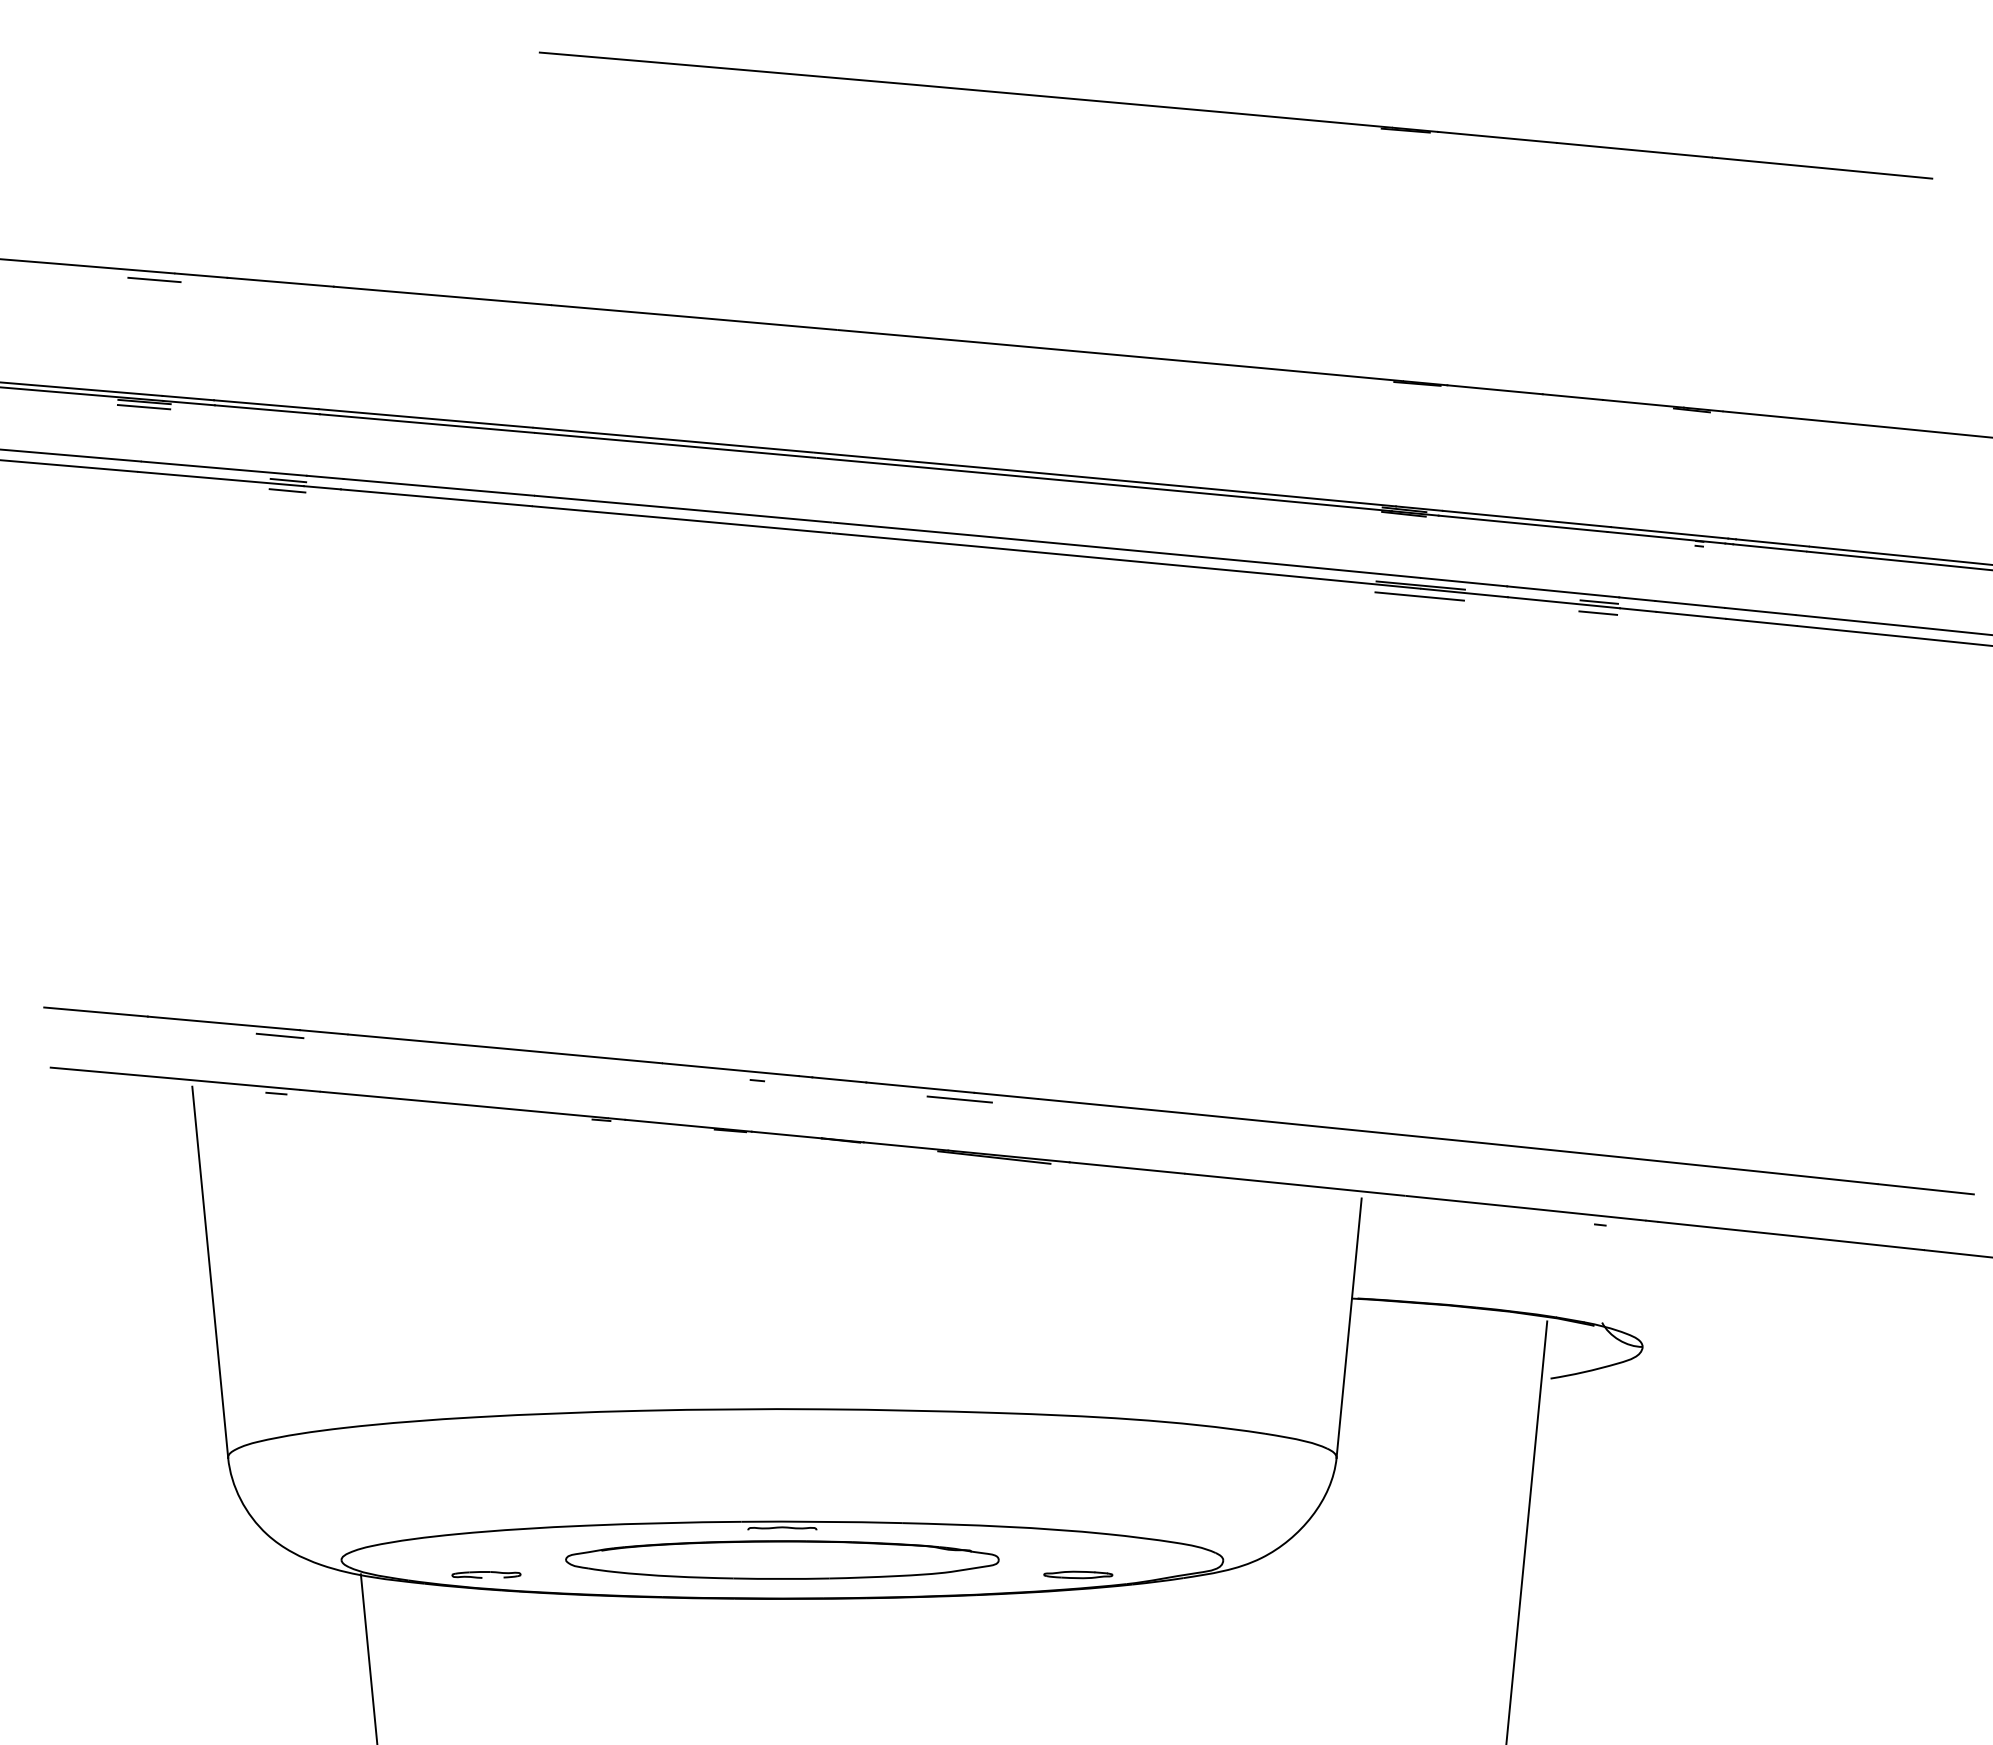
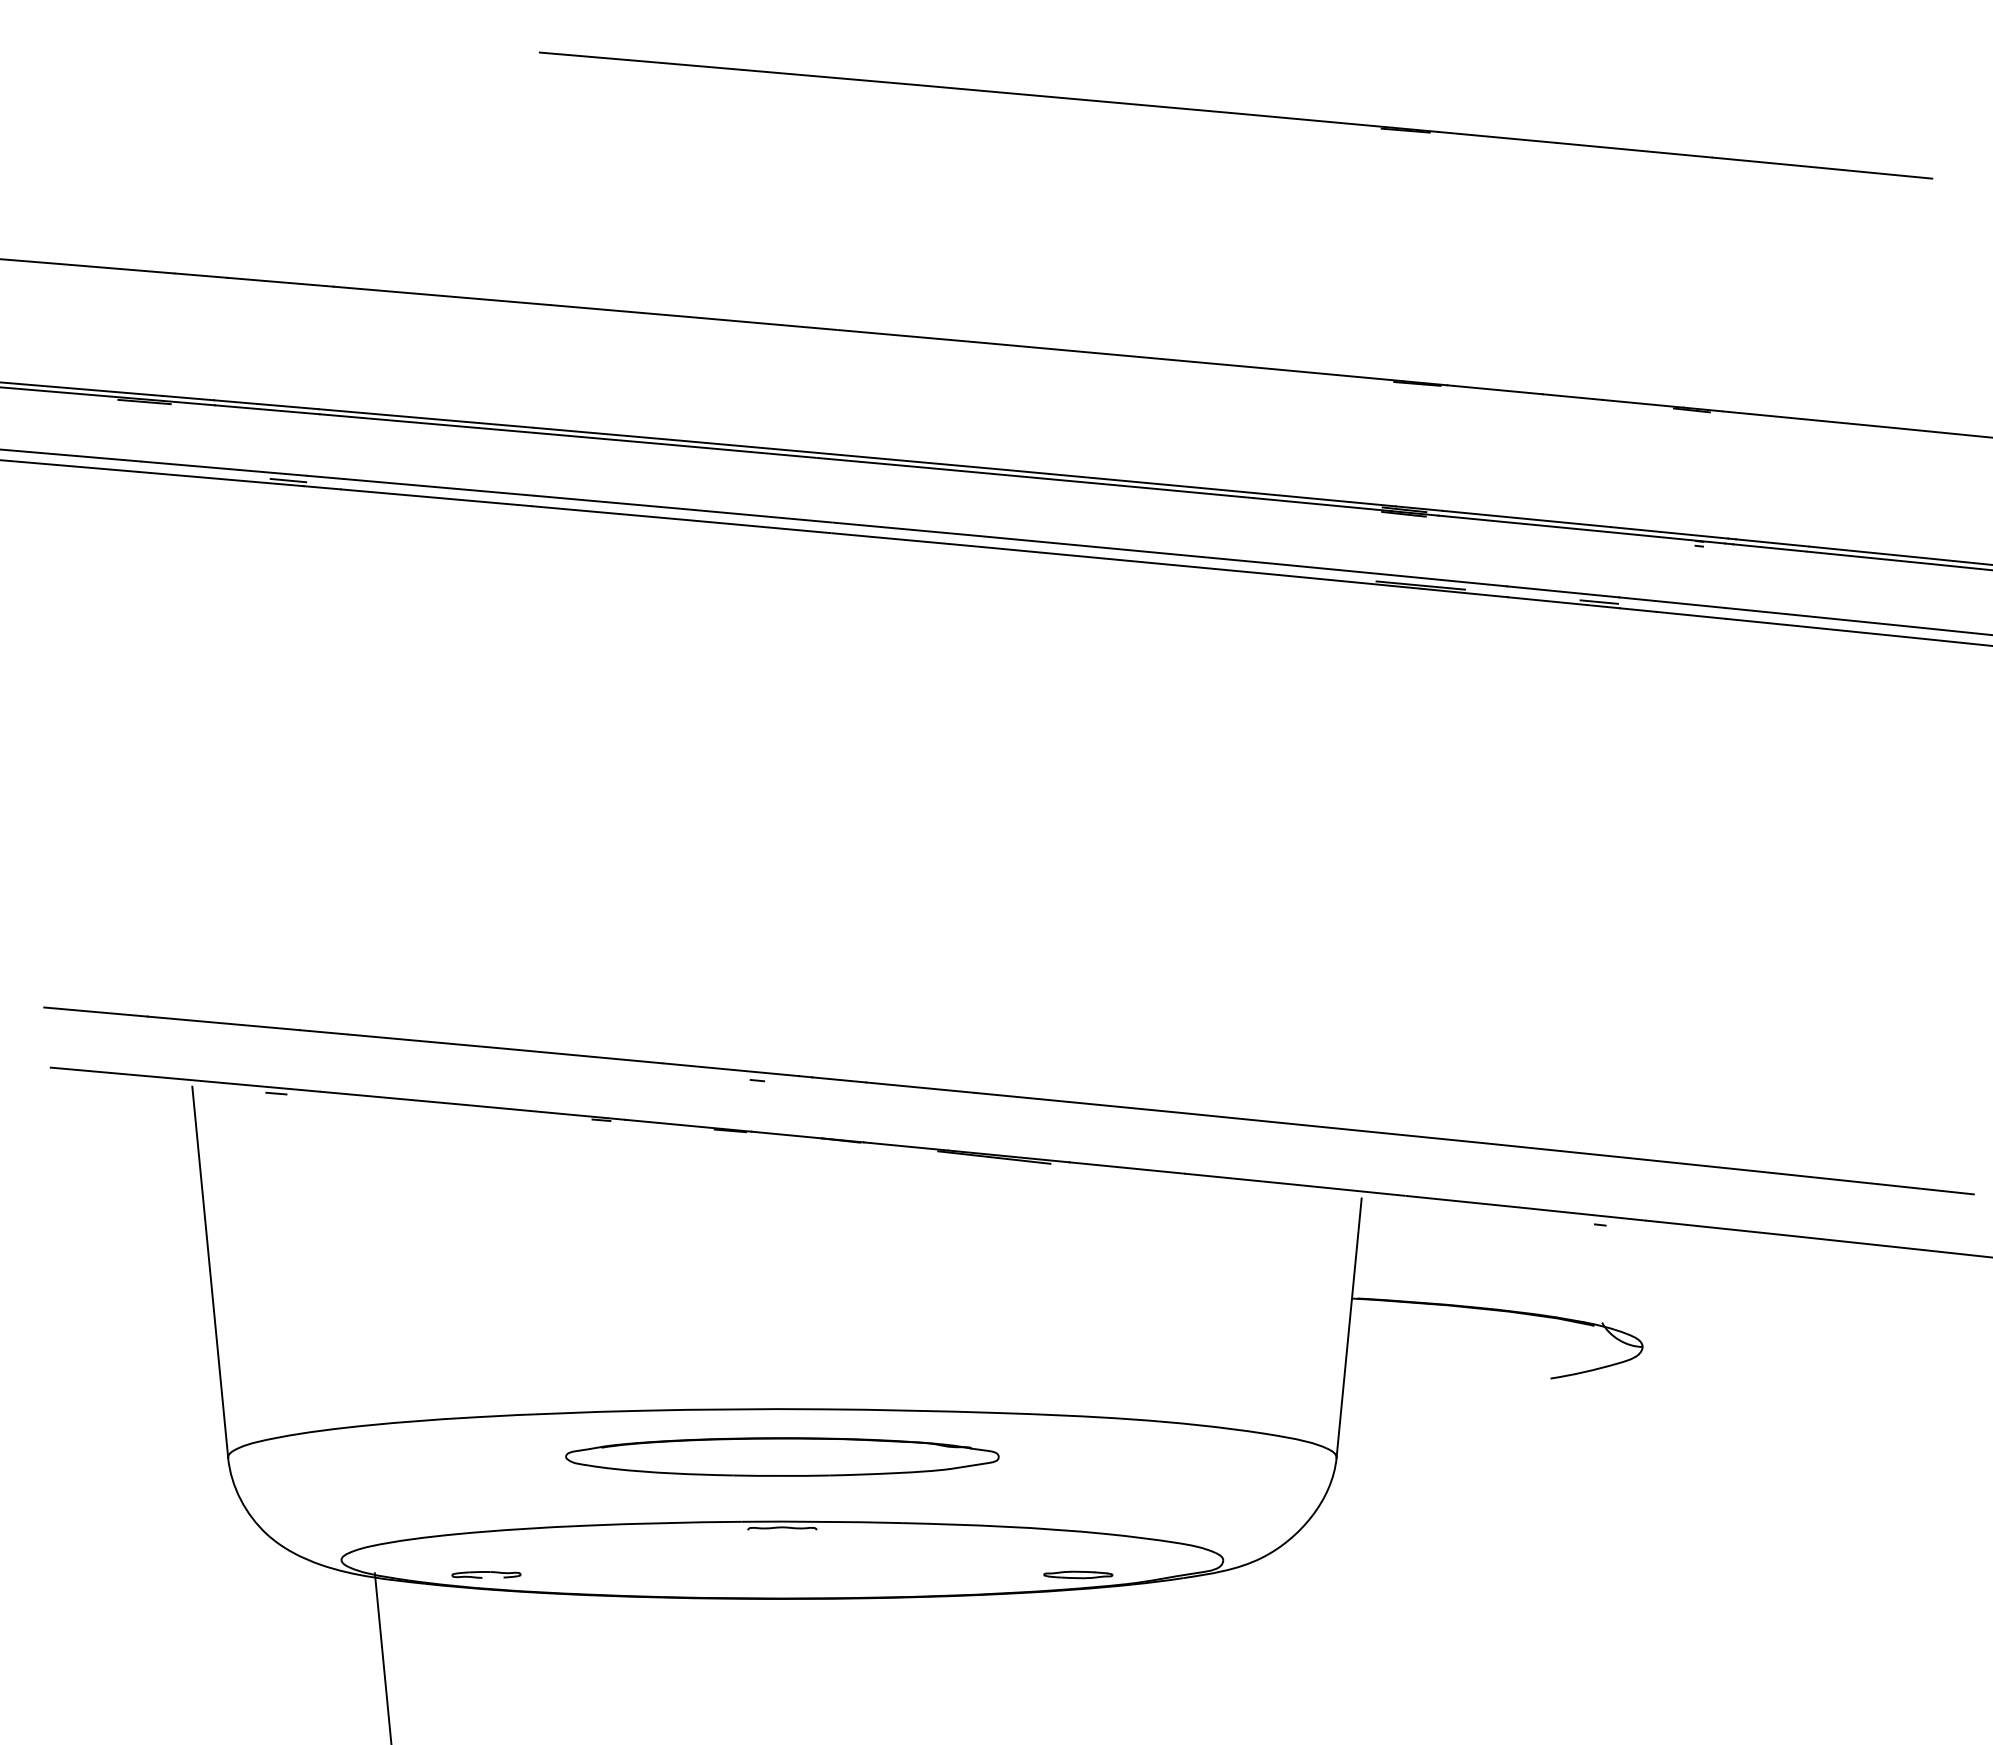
line at (154, 279): present -> none
line at (143, 407): present -> none
line at (287, 490): present -> none
line at (1419, 596): present -> none
line at (1598, 612): present -> none
line at (279, 1035): present -> none
line at (959, 1099): present -> none
line at (1526, 1531): present -> none
part at (782, 1559) position: (782, 1559) -> (782, 1456)
line at (368, 1657) position: (368, 1657) -> (382, 1657)
